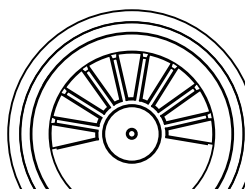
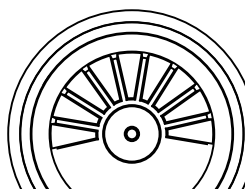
part at (131, 133) size: 13x13 px -> 17x17 px
